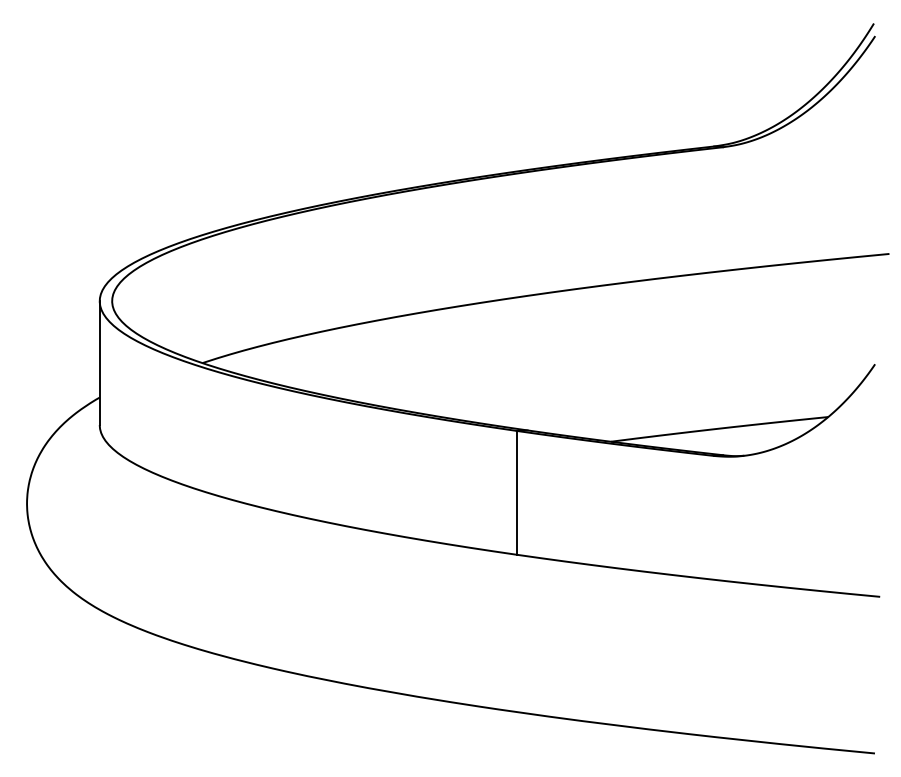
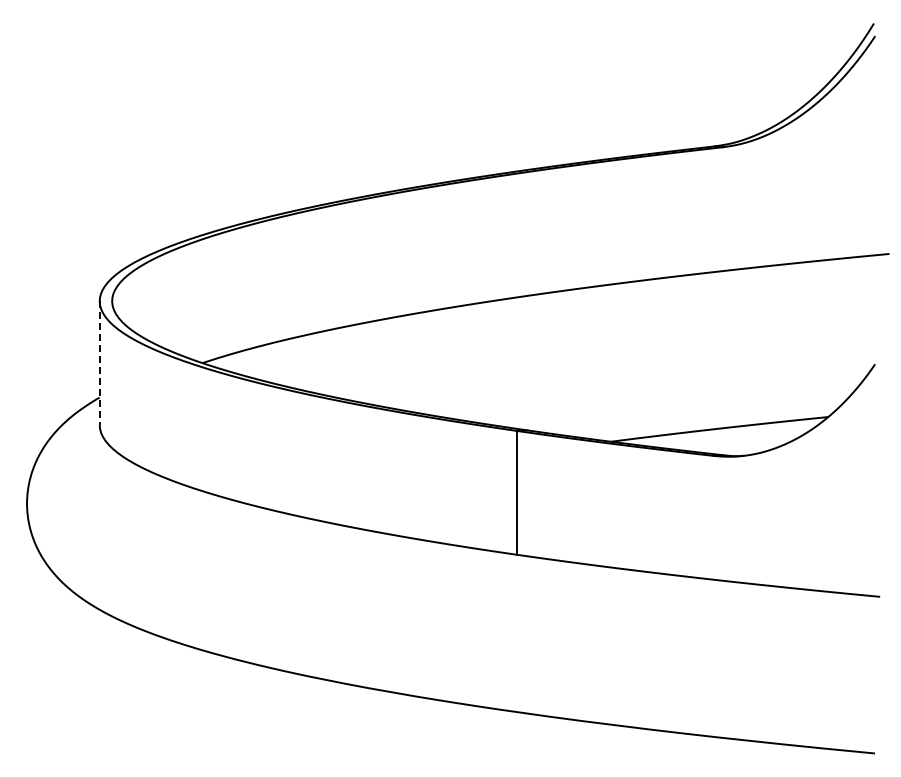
line at (99, 363): solid -> dashed
